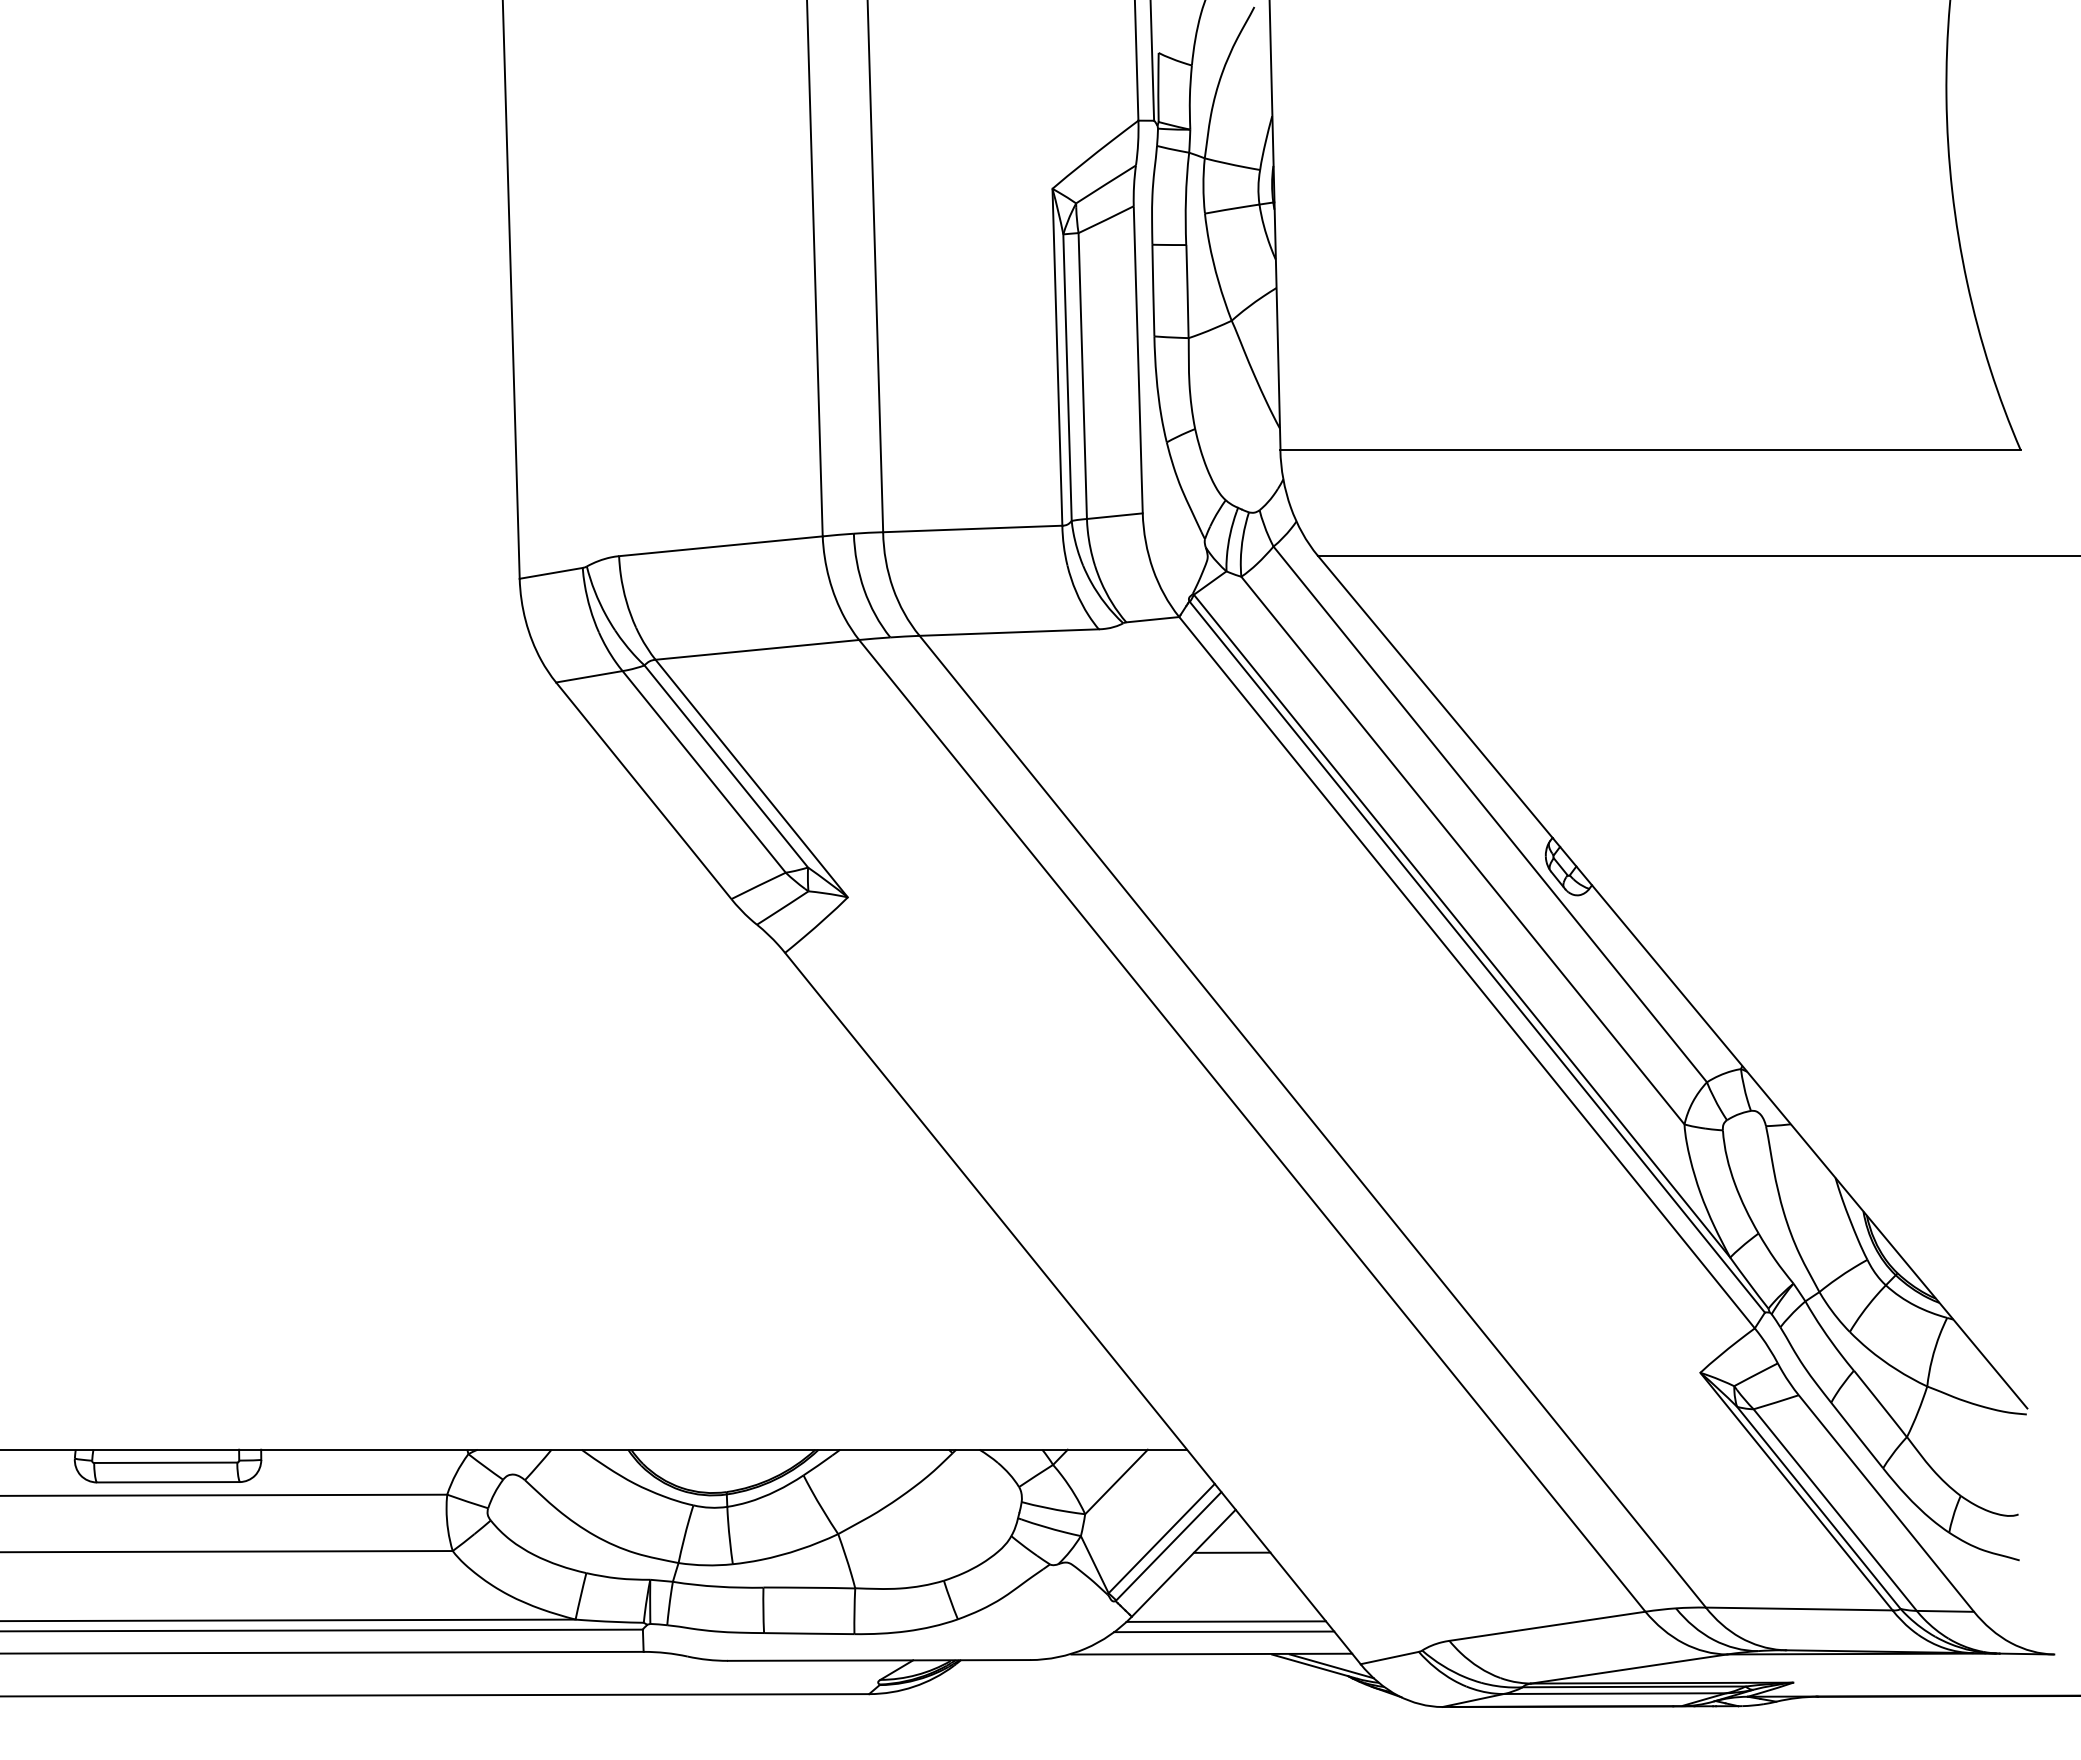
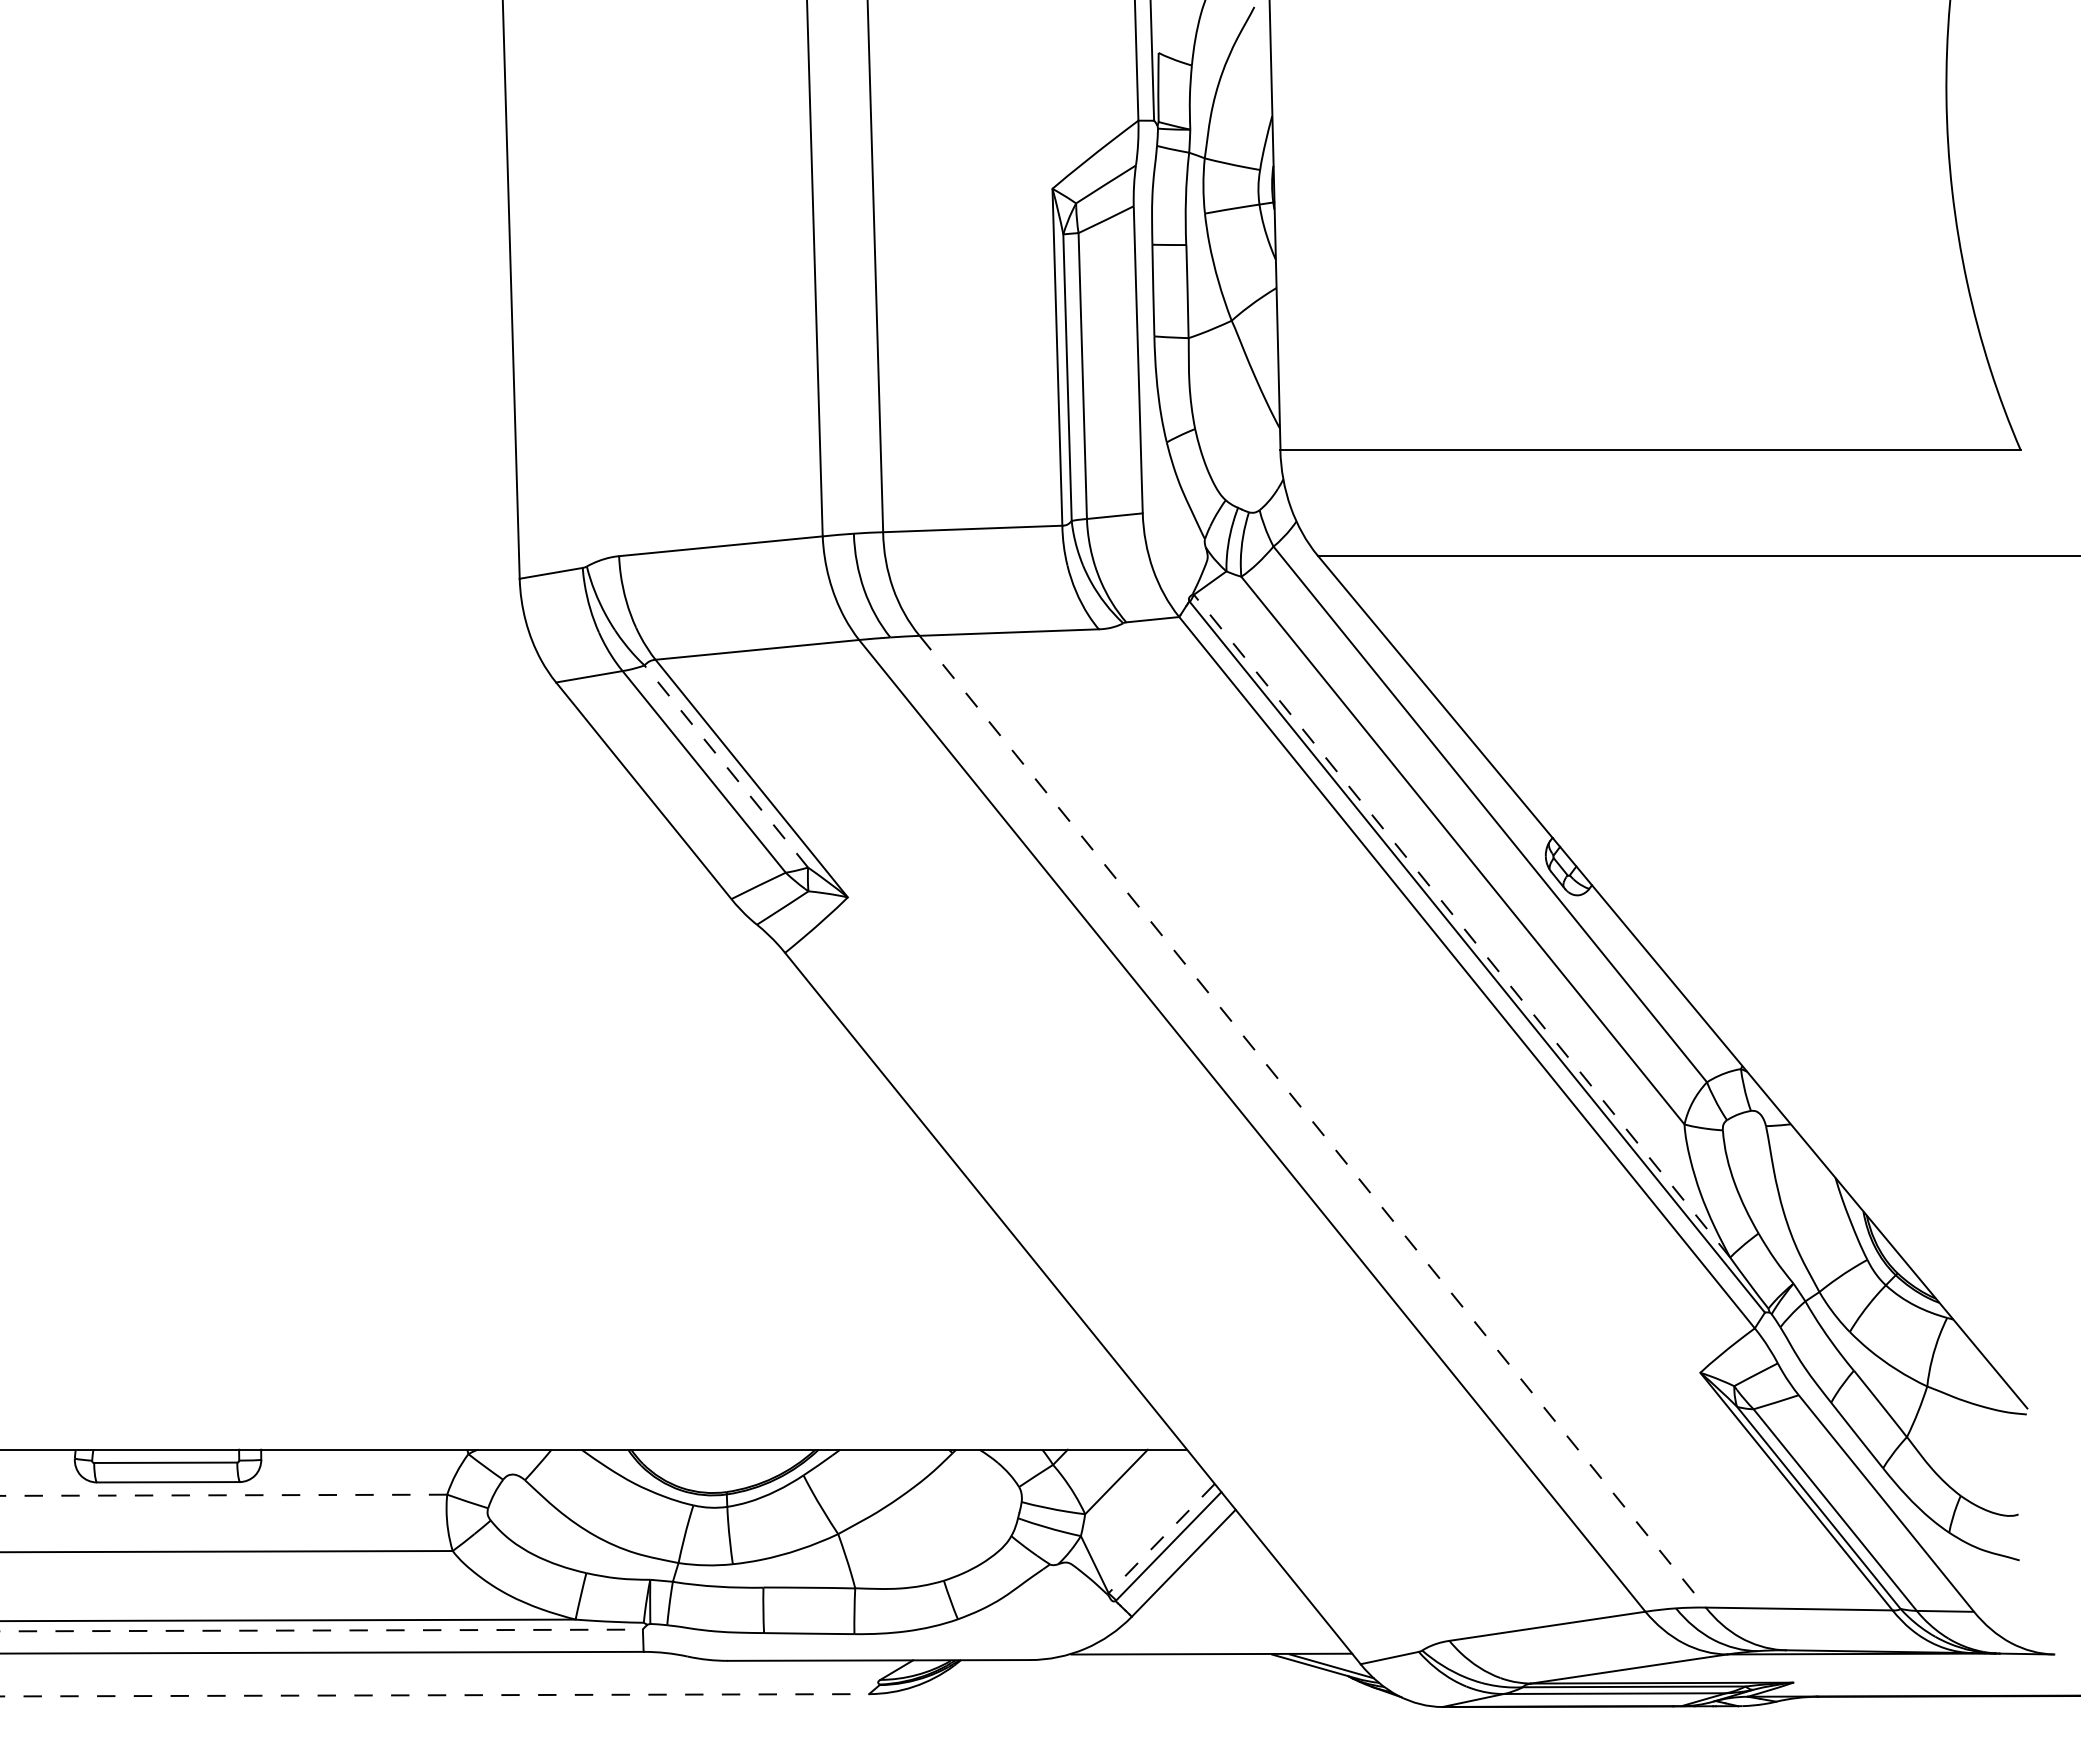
line at (726, 766): solid -> dashed
line at (1461, 925): solid -> dashed
line at (1313, 1122): solid -> dashed
line at (223, 1495): solid -> dashed
line at (1161, 1538): solid -> dashed
line at (1231, 1552): present -> none
line at (1226, 1621): present -> none
line at (322, 1630): solid -> dashed
line at (1224, 1631): present -> none
line at (435, 1695): solid -> dashed
